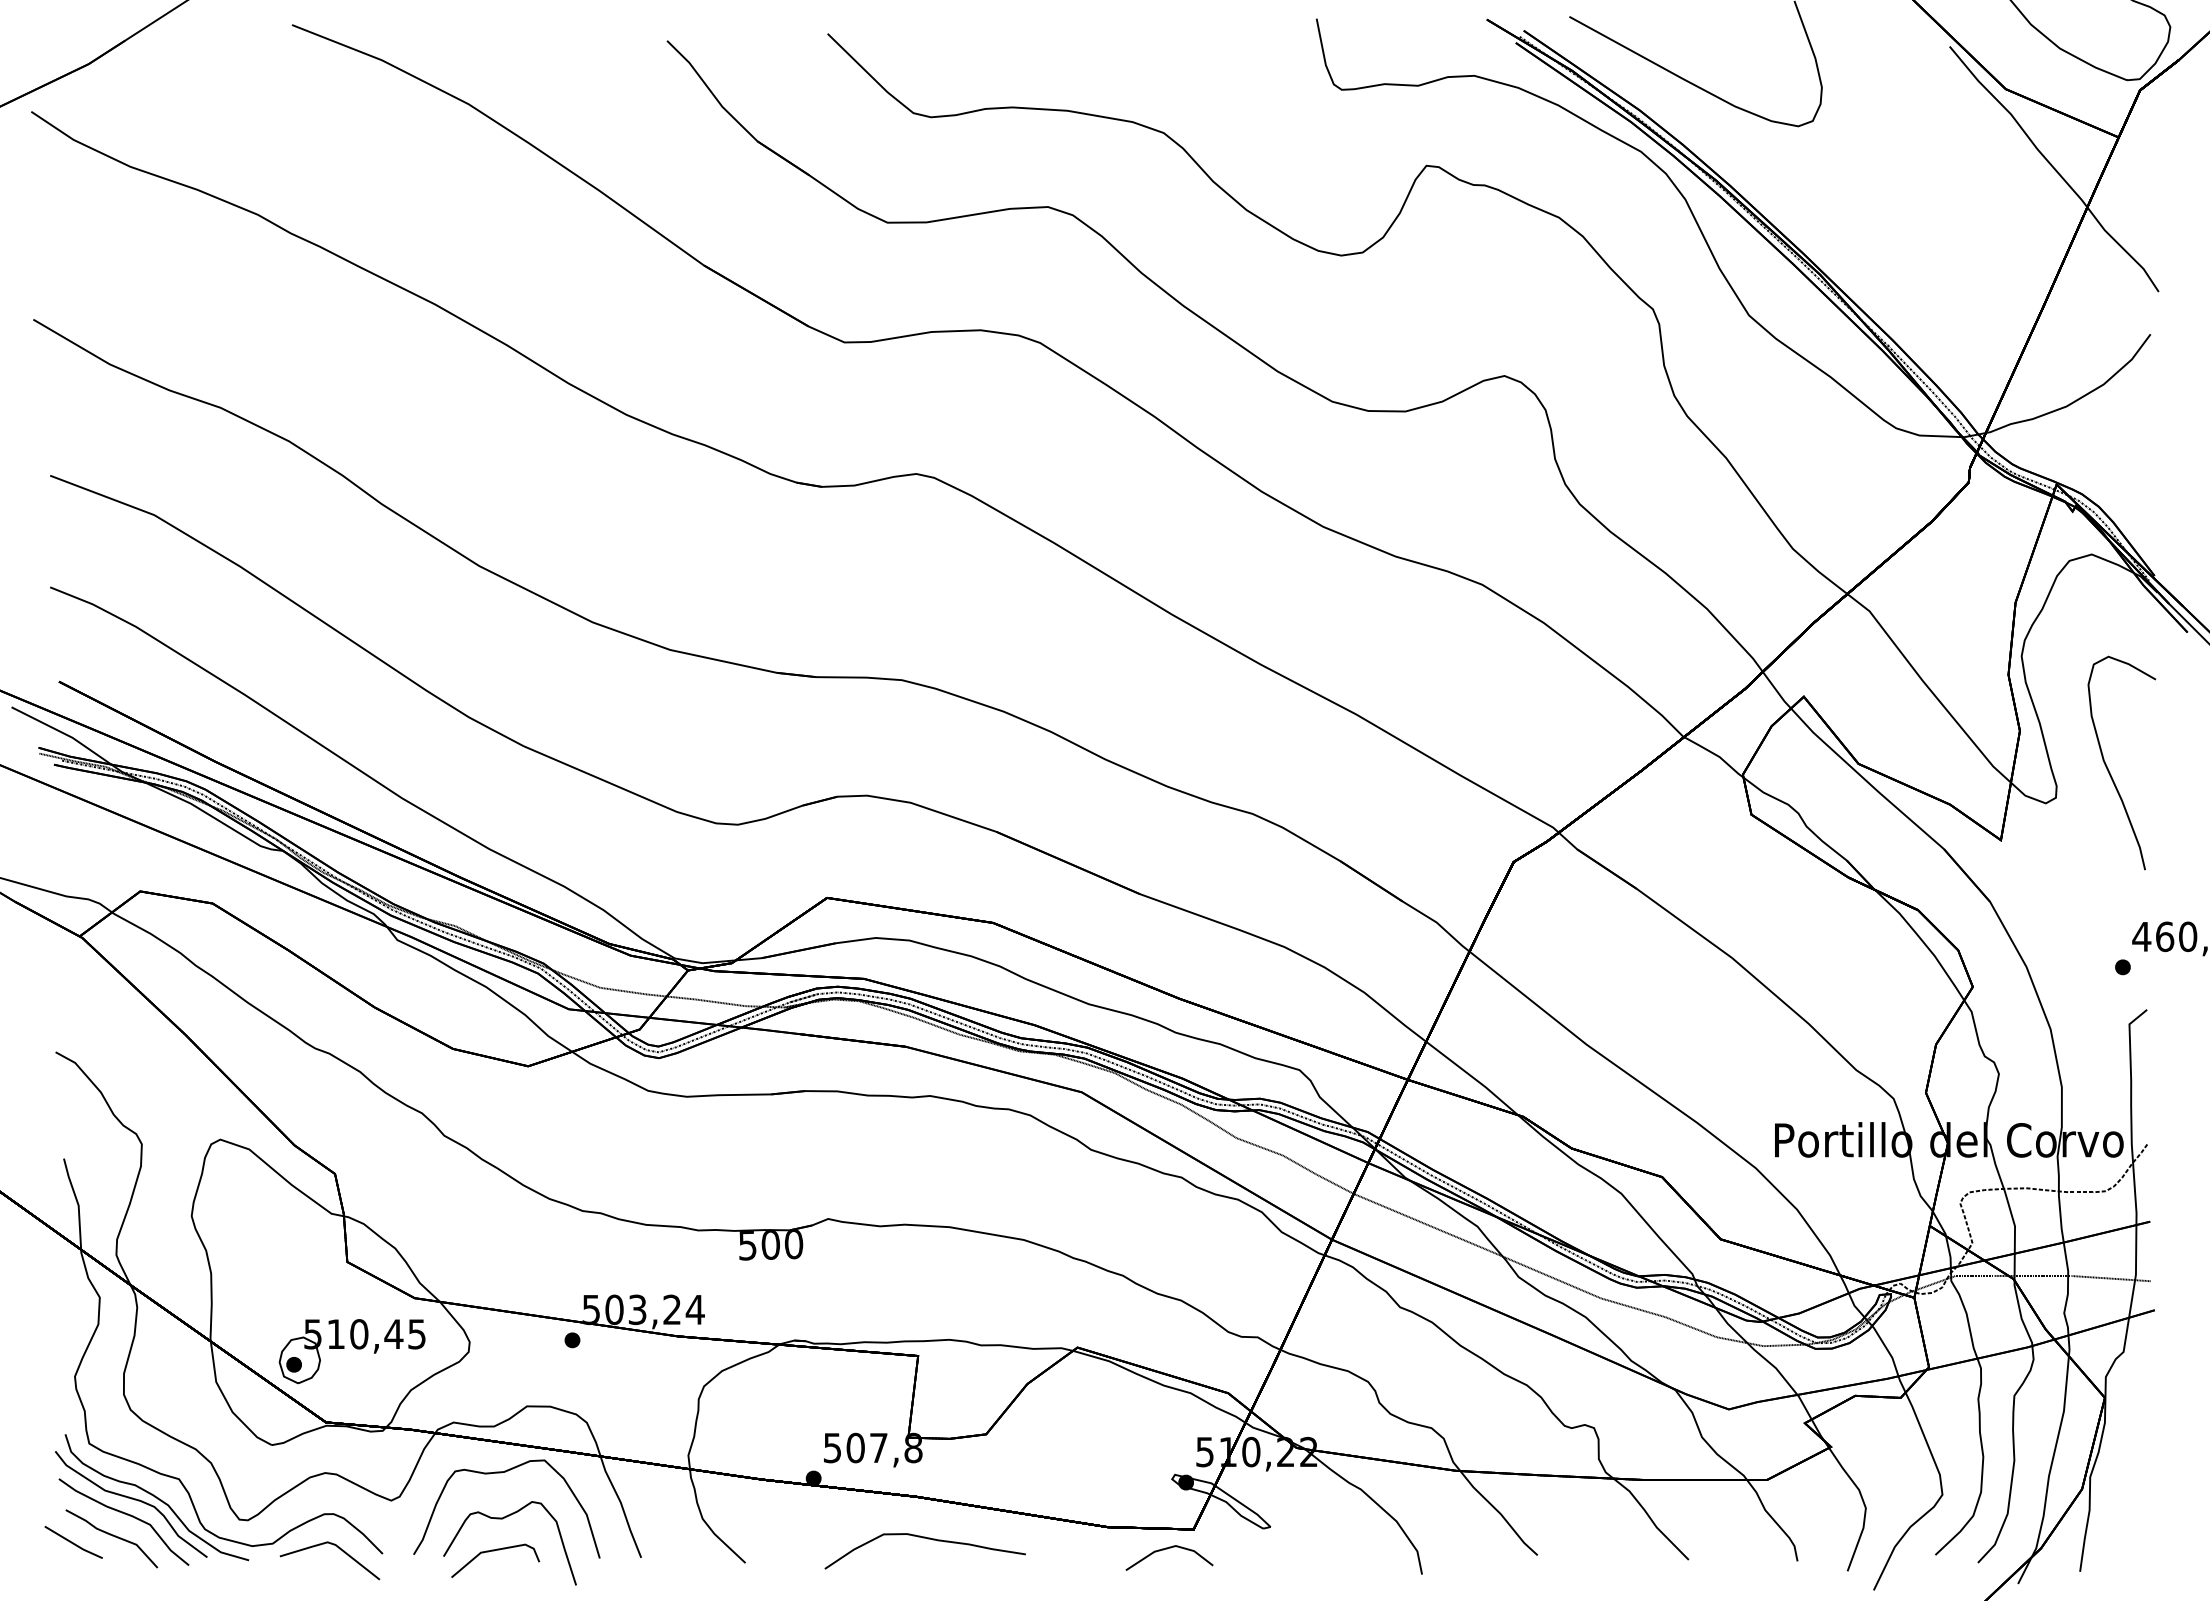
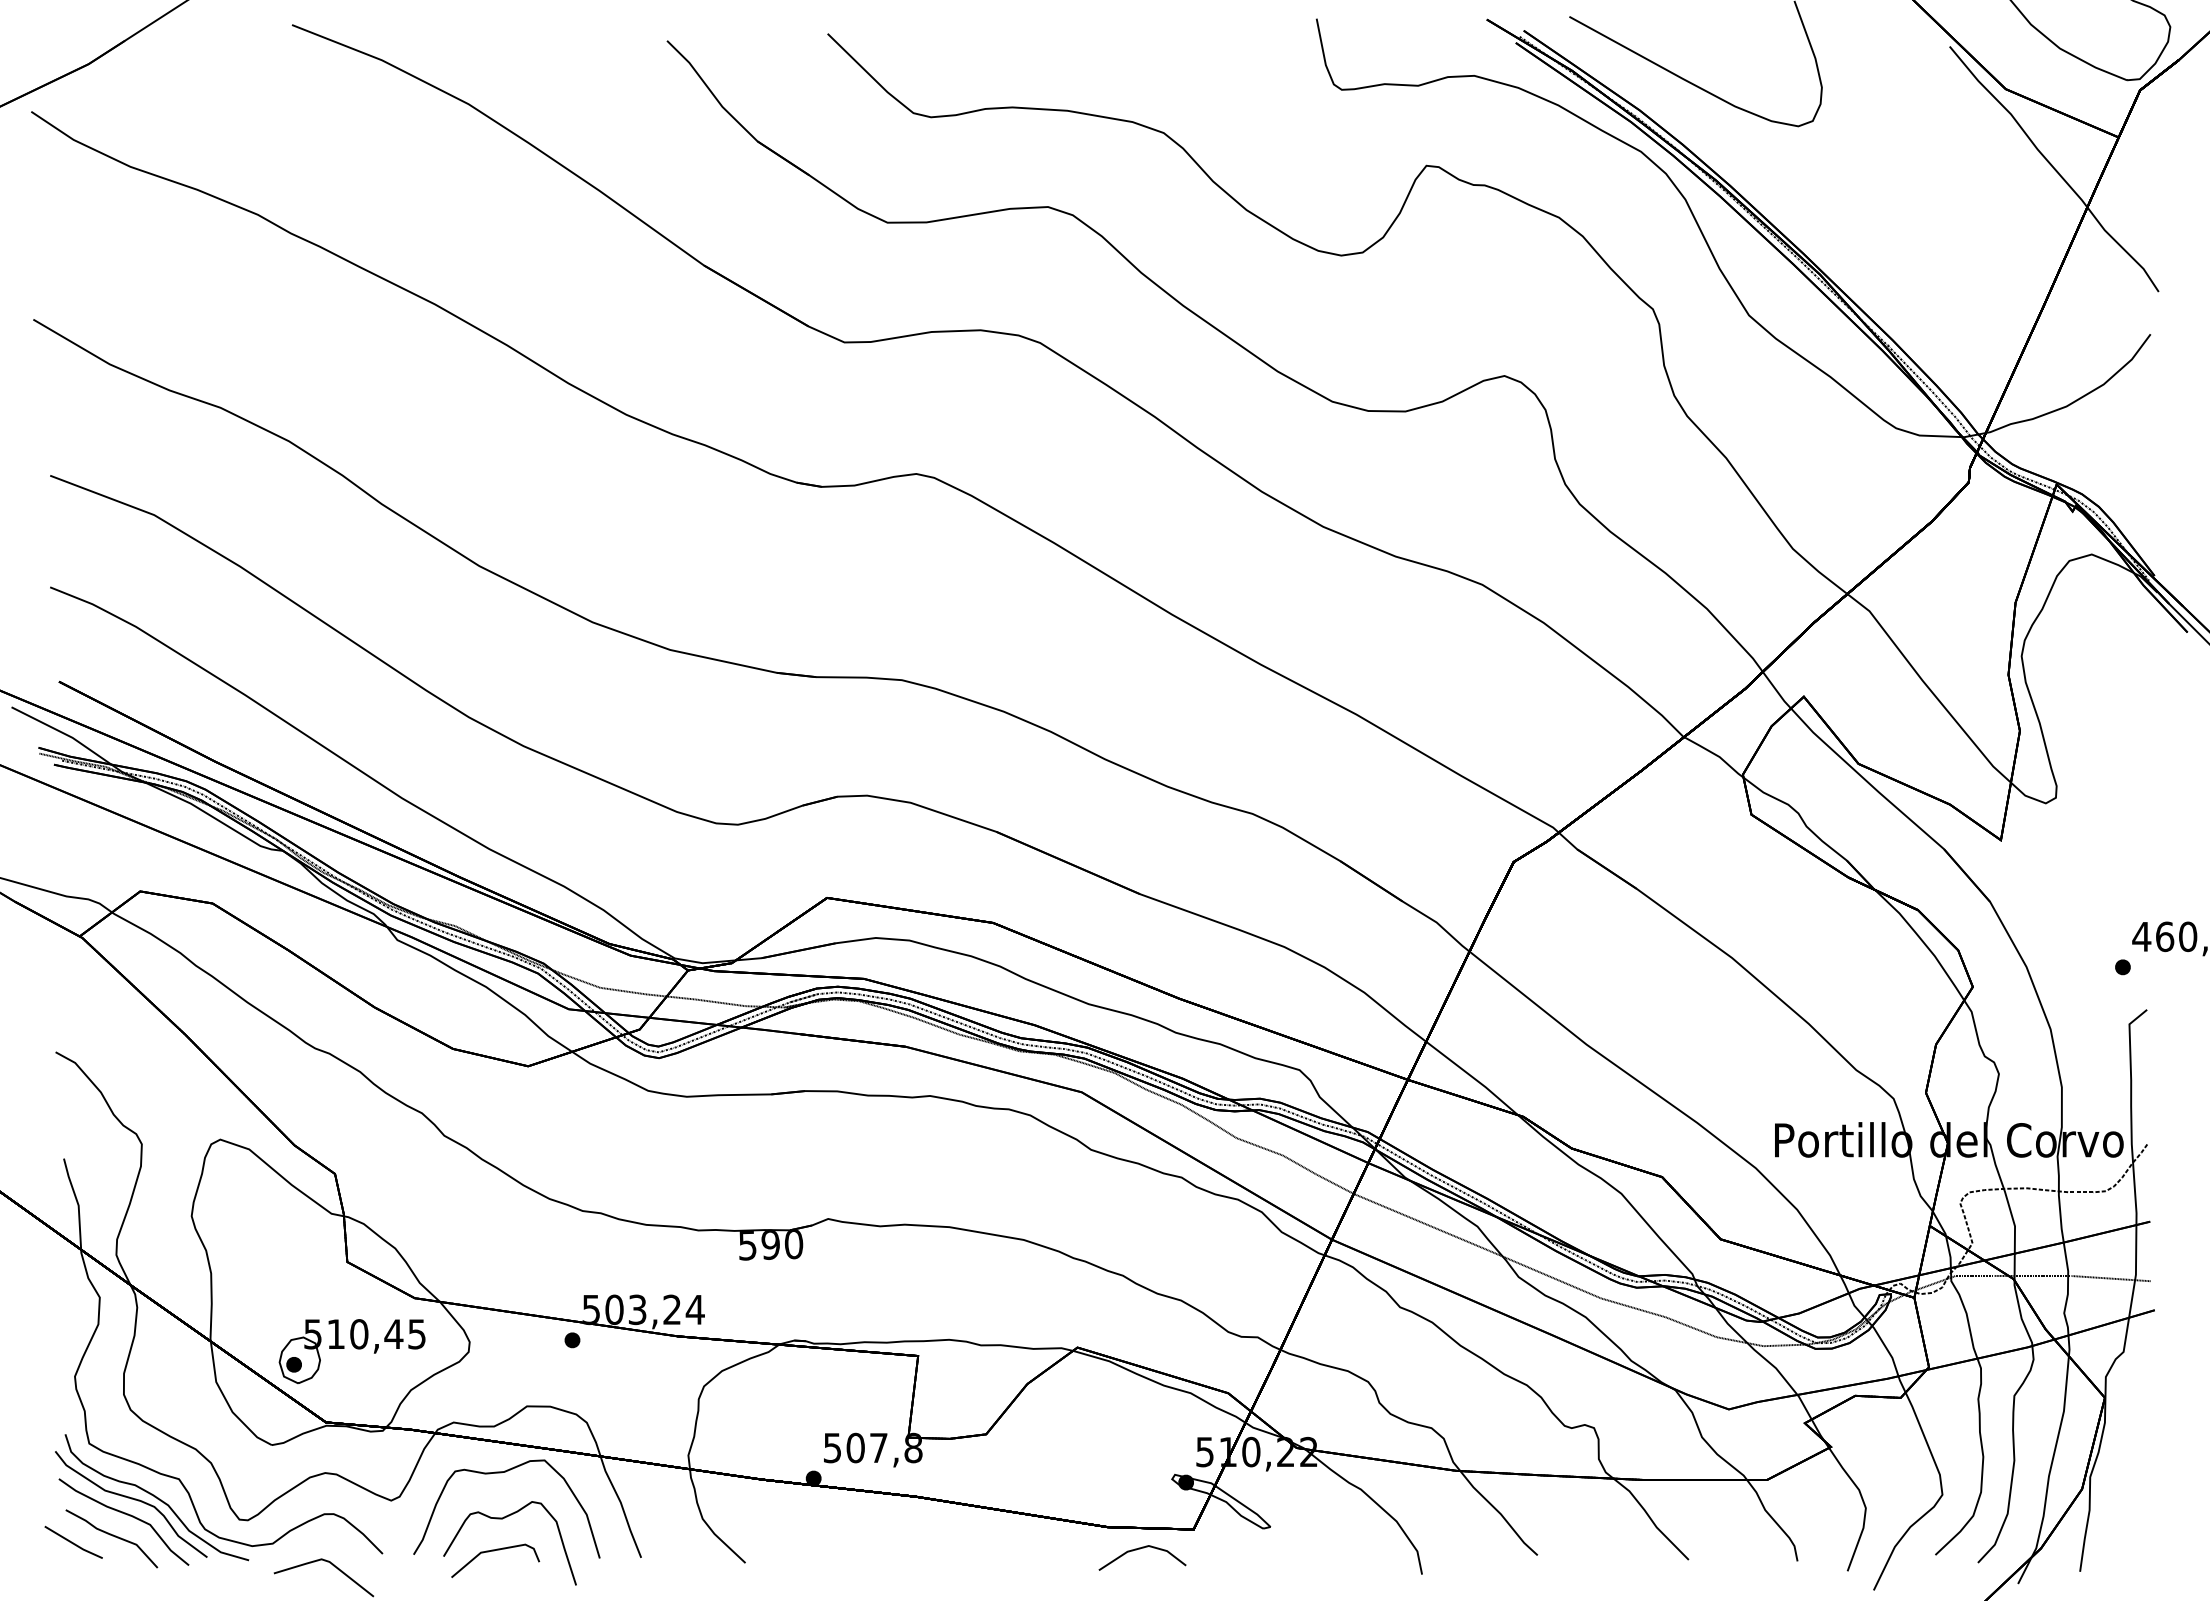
part at (2108, 768): present -> none
text at (770, 1245): 500 -> 590
curve at (927, 1539): present -> none
line at (339, 1549) position: (339, 1549) -> (333, 1566)
line at (1167, 1549) position: (1167, 1549) -> (1140, 1549)
